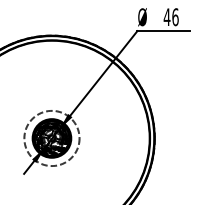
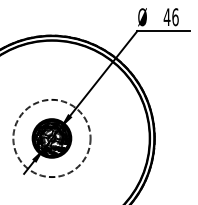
circle at (51, 138) diameter: 55 px -> 77 px
